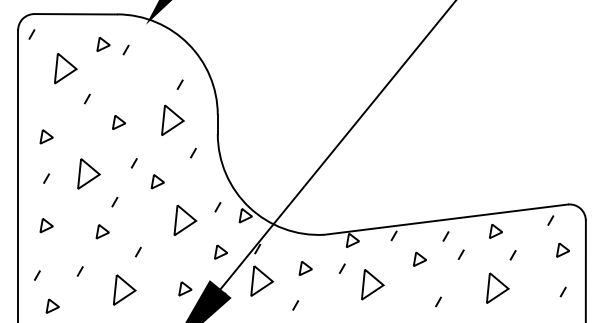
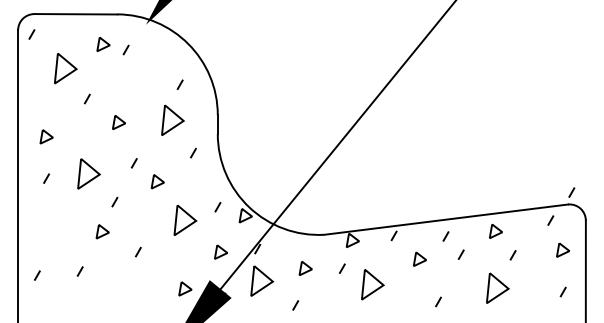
line at (571, 192): none -> present
part at (46, 225): present -> none
part at (124, 289): present -> none
part at (52, 305): present -> none
